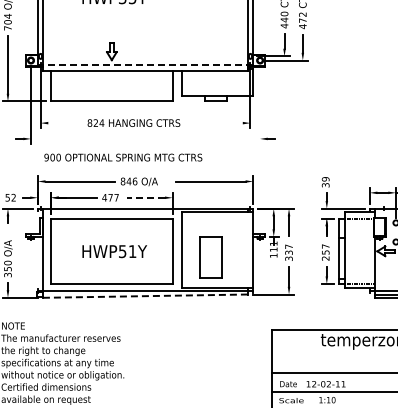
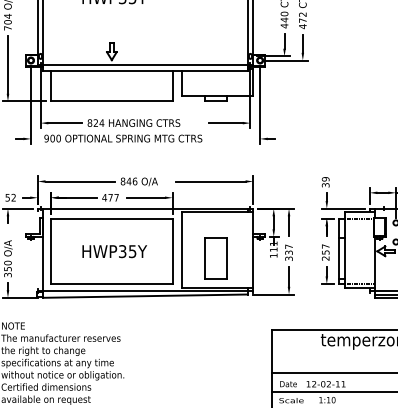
line at (145, 65): dashed -> solid
line at (260, 104): none -> present
line at (65, 123): none -> present
line at (225, 123): none -> present
text at (123, 157) position: (123, 157) -> (123, 138)
line at (146, 197): dashed -> solid
text at (127, 251): HWP51Y -> HWP35Y
part at (210, 257) position: (210, 257) -> (215, 258)
line at (145, 296): dashed -> solid
